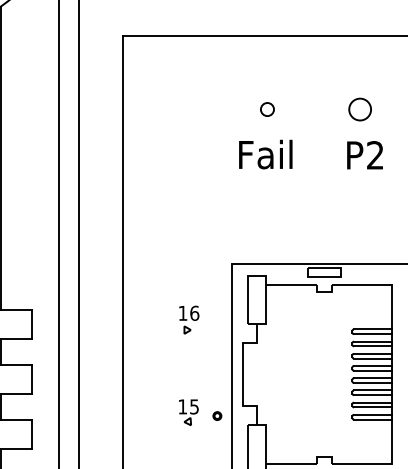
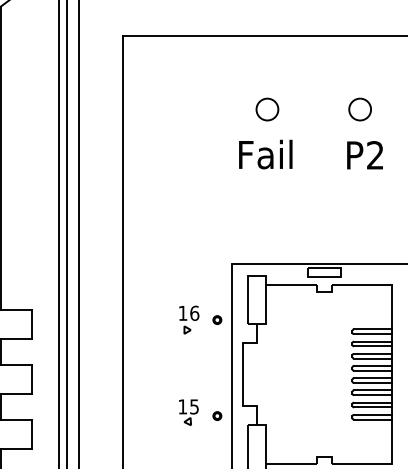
circle at (267, 109) size: 15x15 px -> 25x25 px
line at (66, 233): none -> present
part at (217, 319): none -> present
